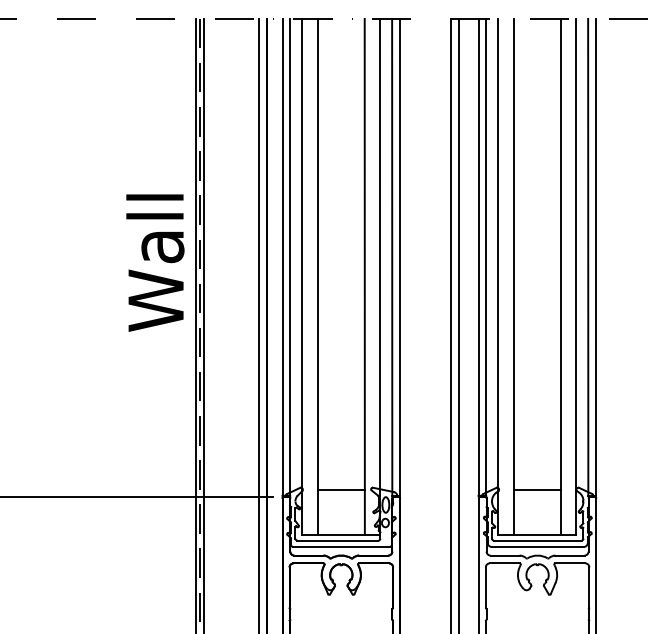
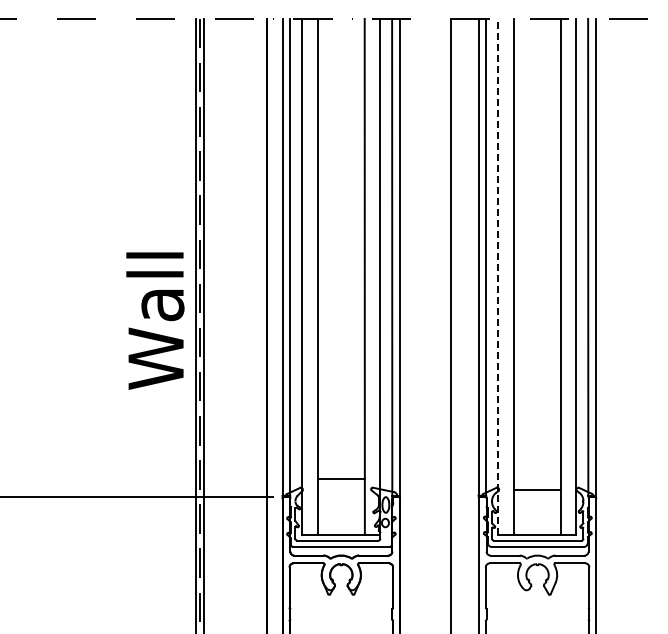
text at (155, 262) position: (155, 262) -> (155, 320)
line at (498, 276): solid -> dashed
line at (258, 324): present -> none
line at (458, 324): present -> none
line at (340, 489) position: (340, 489) -> (340, 478)
